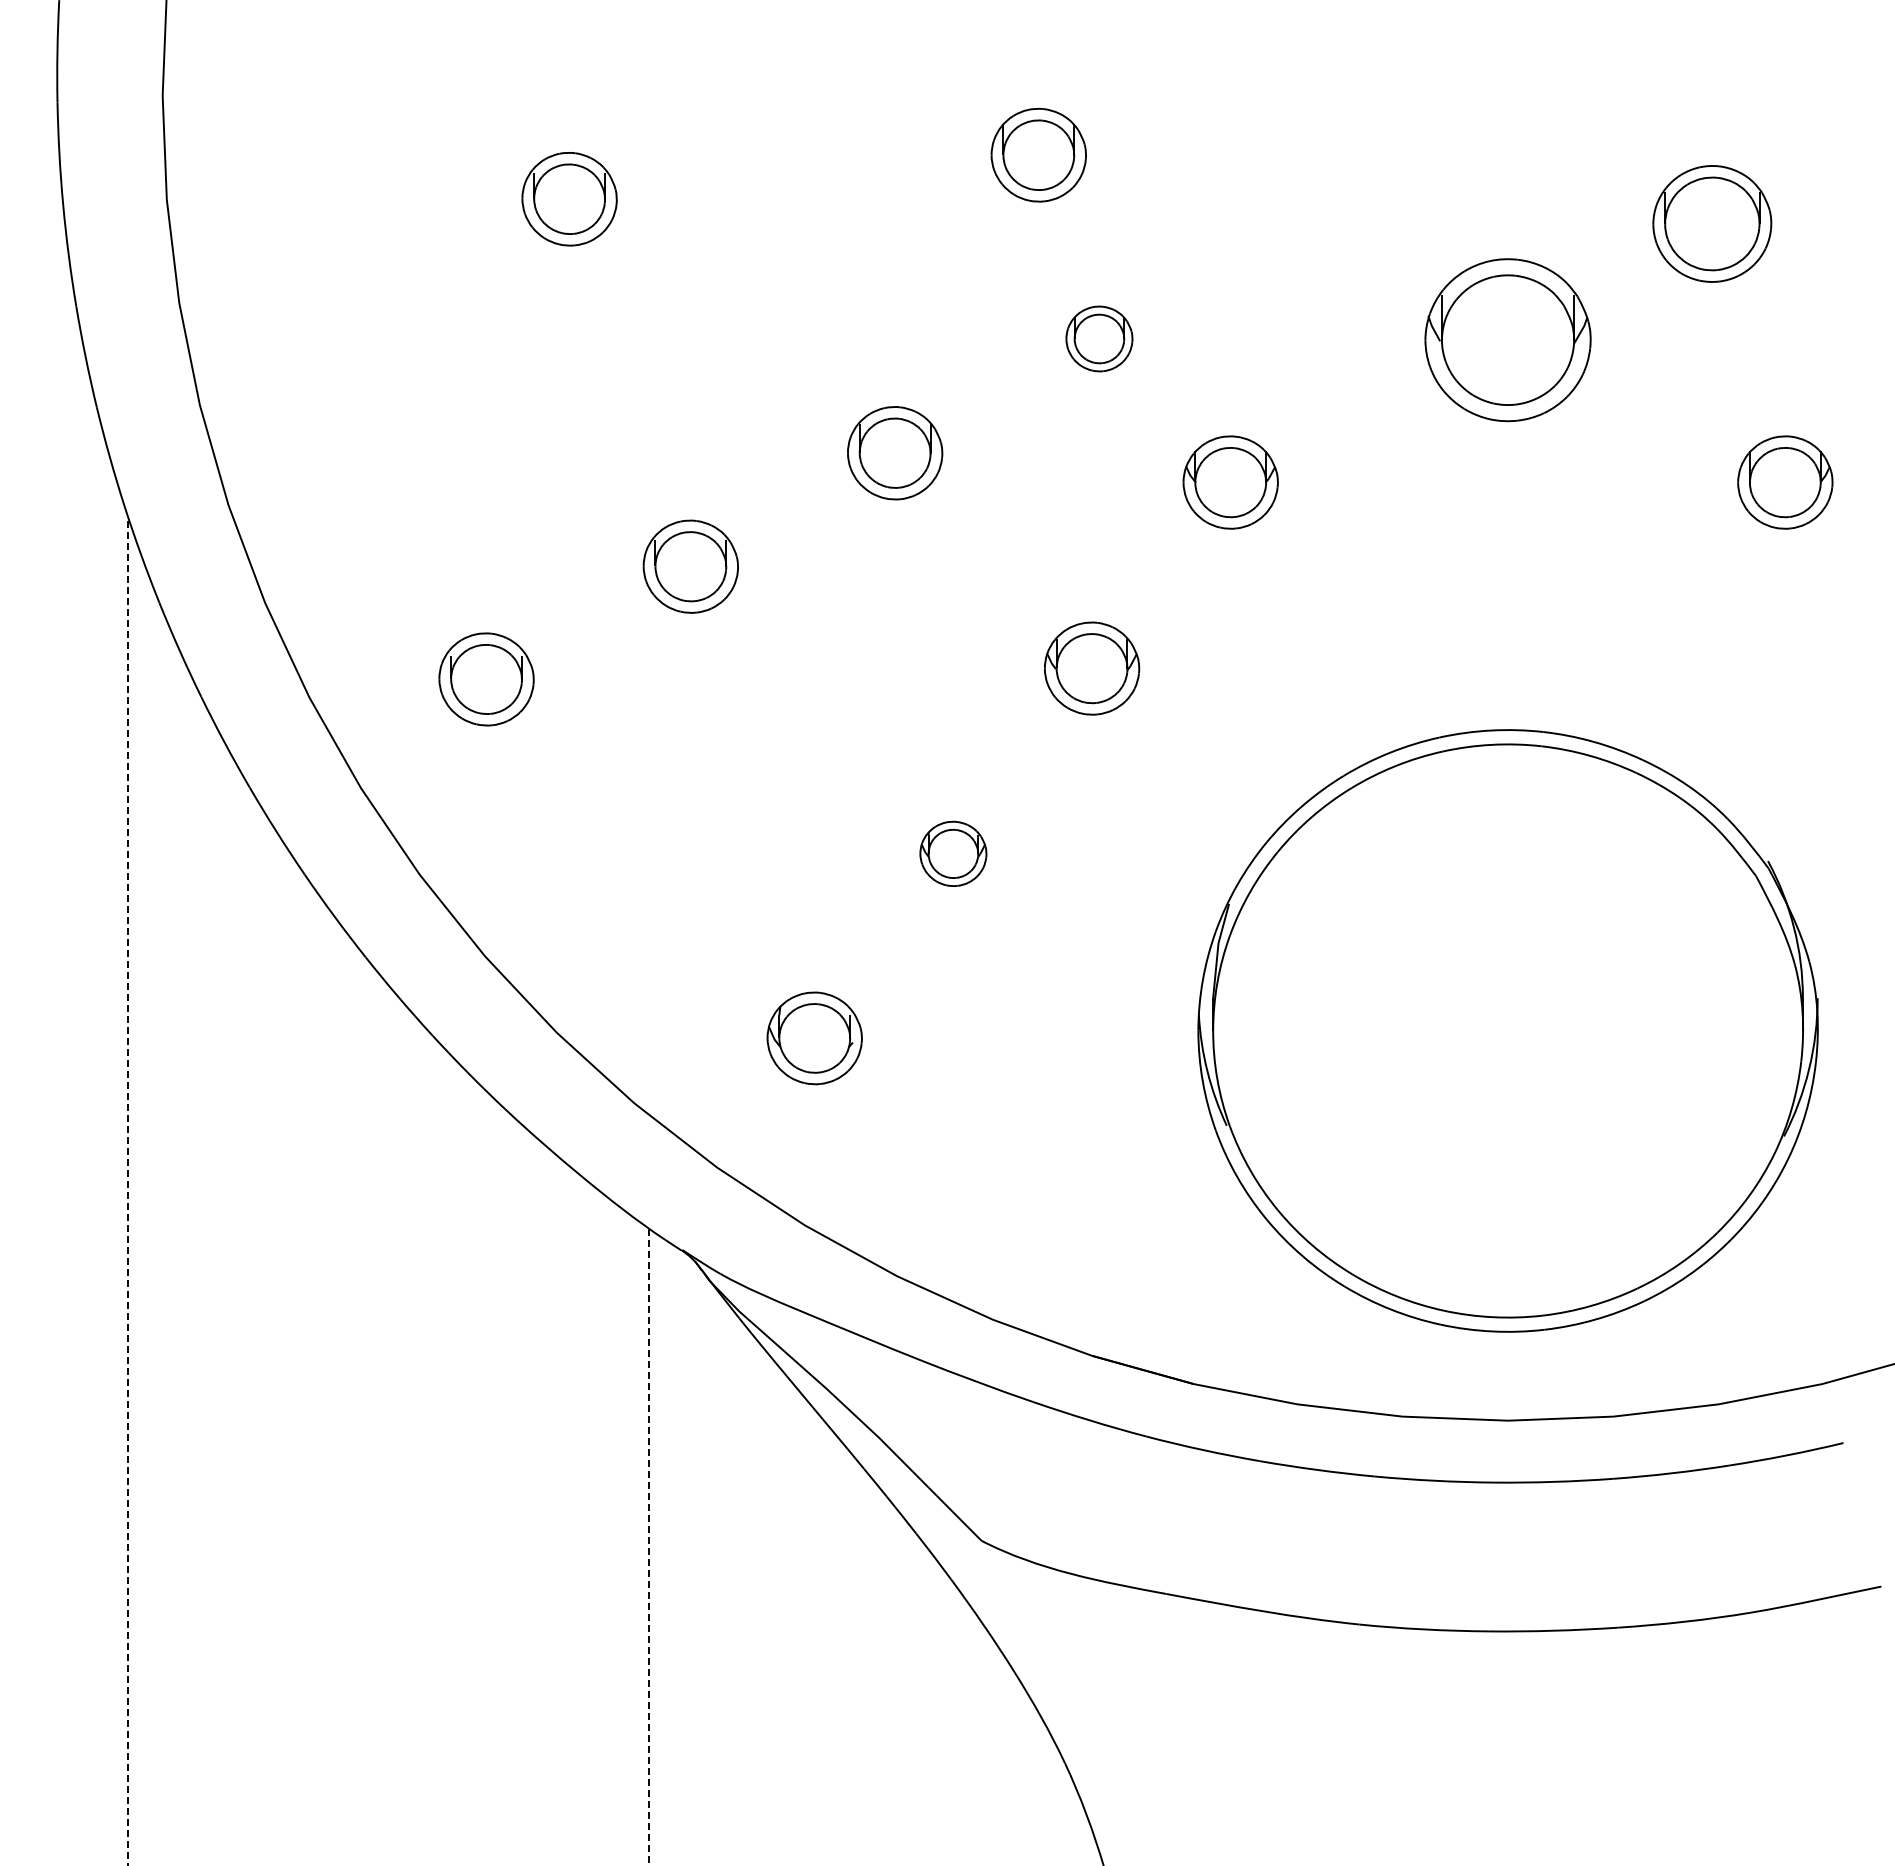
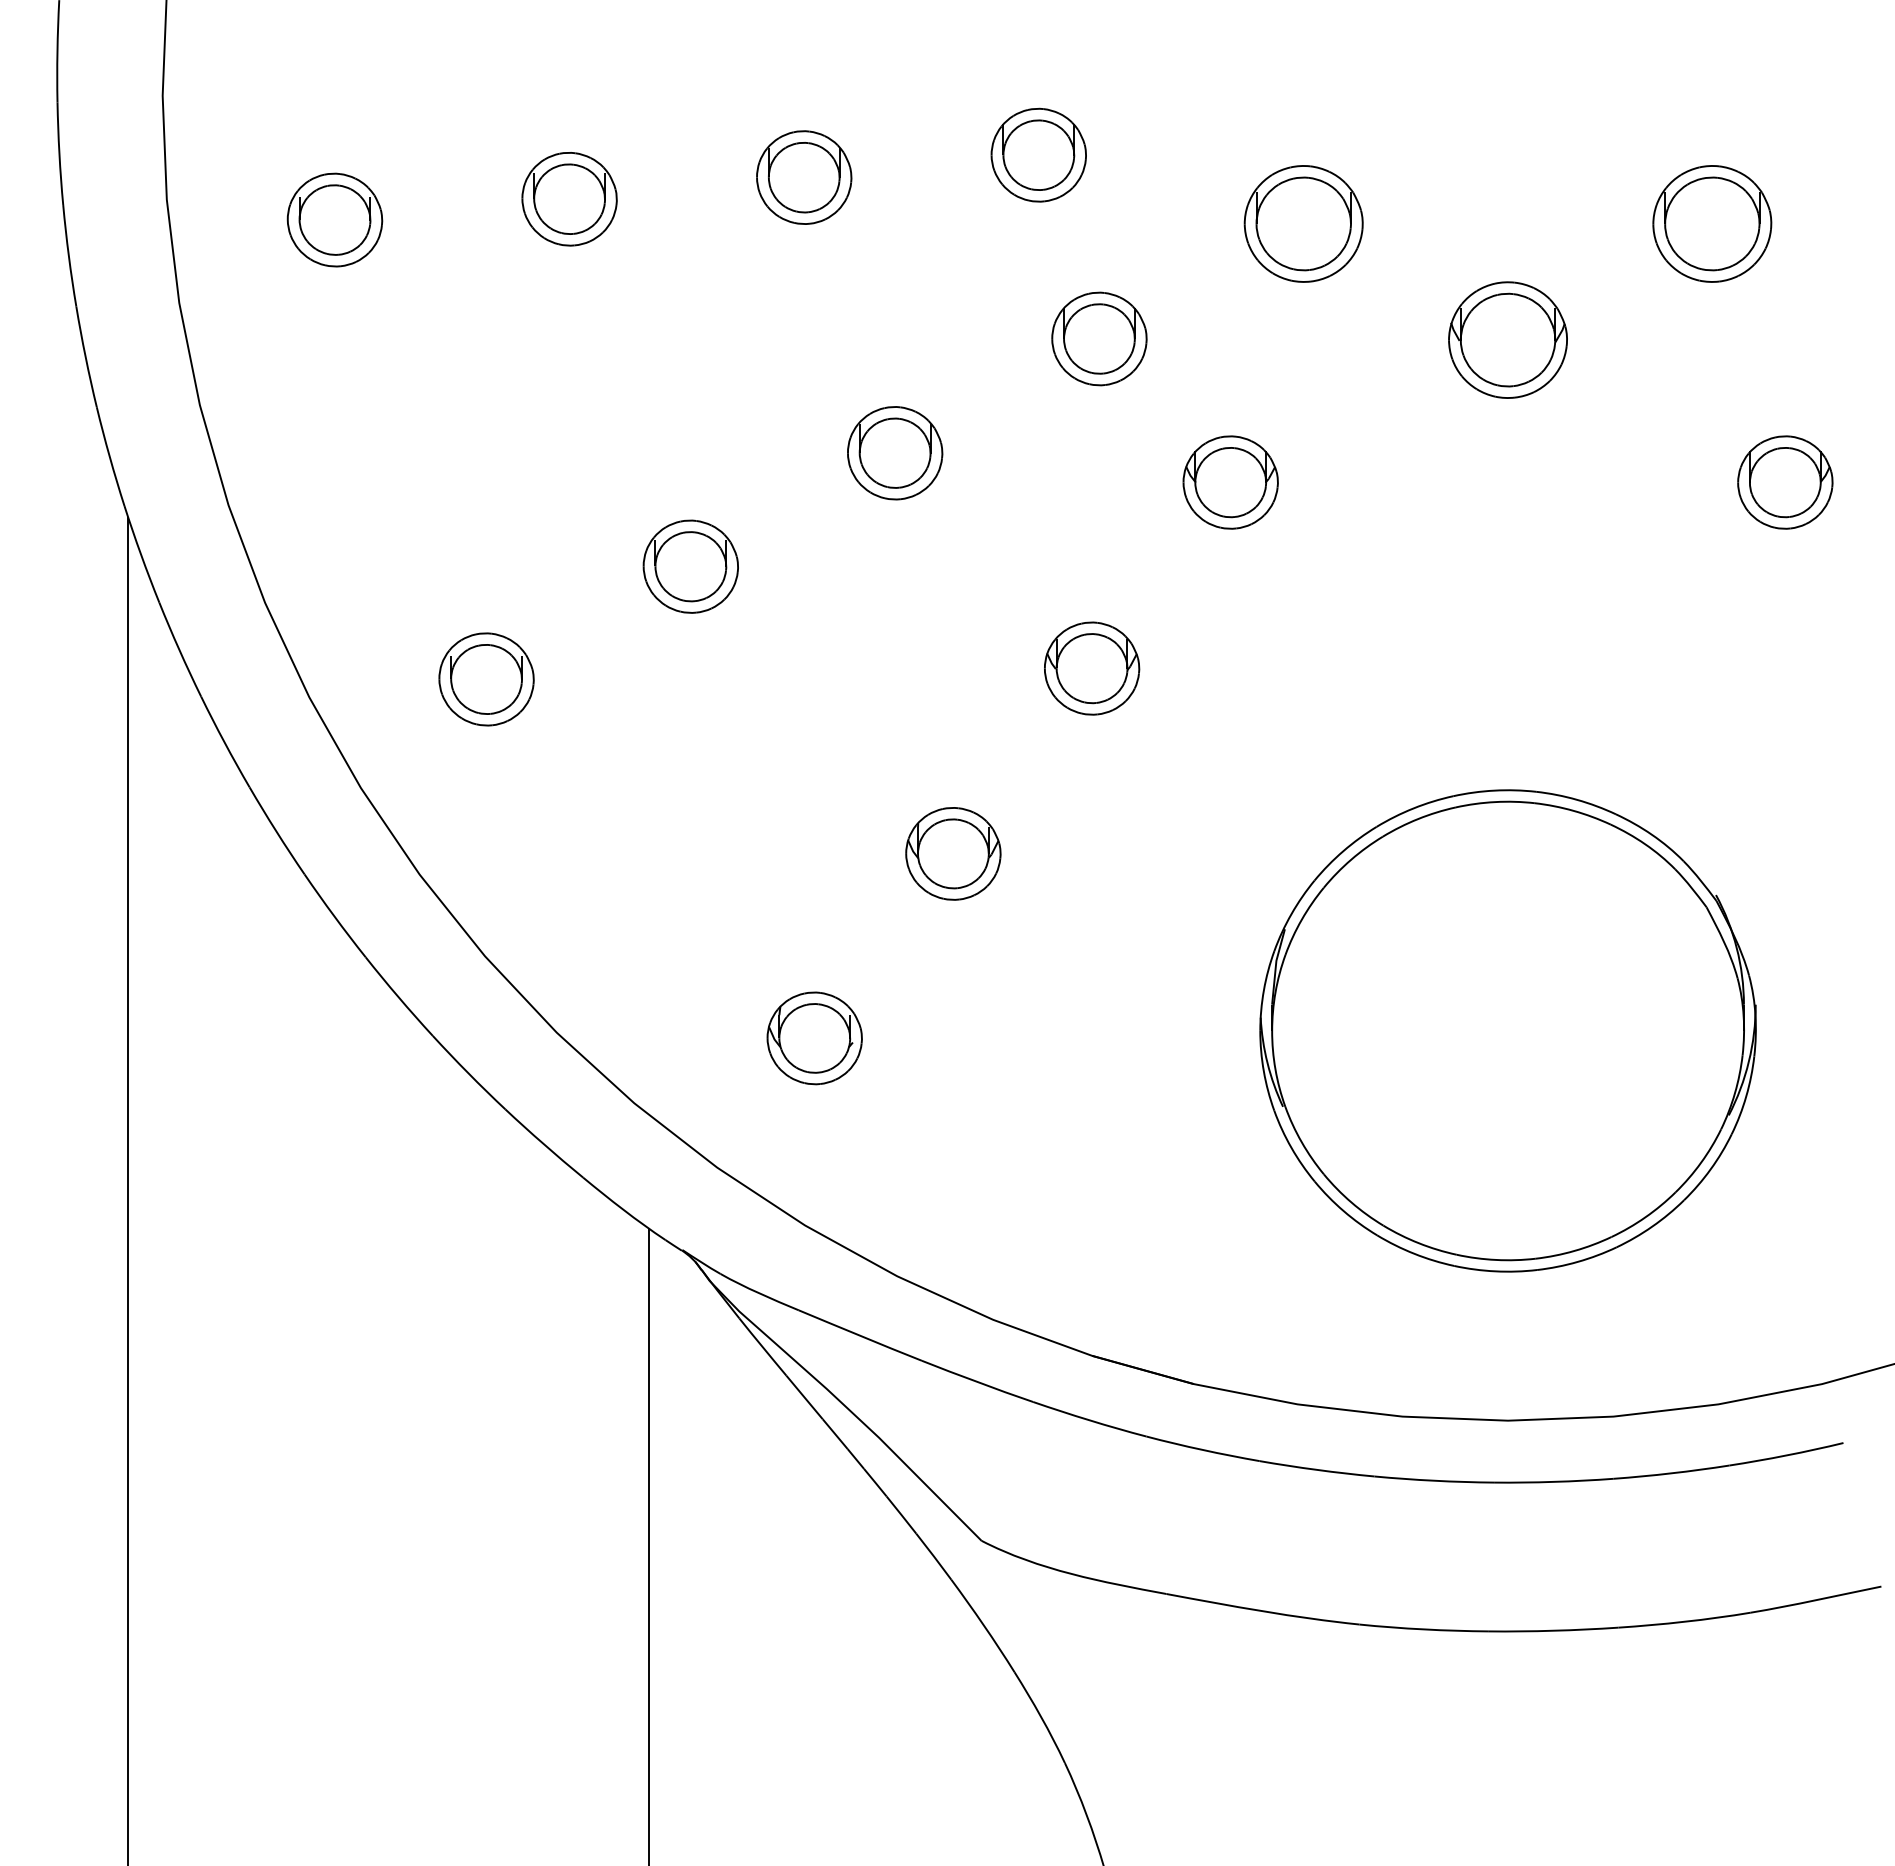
part at (804, 177): none -> present
part at (334, 219): none -> present
part at (1303, 223): none -> present
part at (1099, 338) size: 69x68 px -> 97x96 px
part at (1507, 340) size: 168x165 px -> 120x118 px
part at (953, 853) size: 69x67 px -> 97x94 px
part at (1507, 1030) size: 622x604 px -> 498x484 px
line at (128, 1190): dashed -> solid
line at (649, 1547): dashed -> solid
